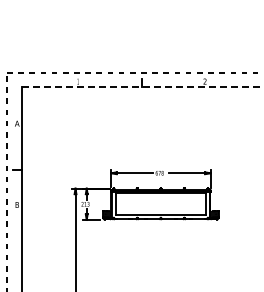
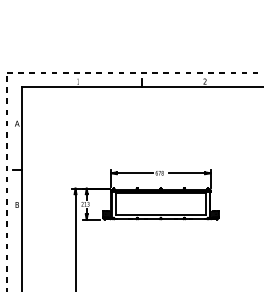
line at (142, 87): dashed -> solid
